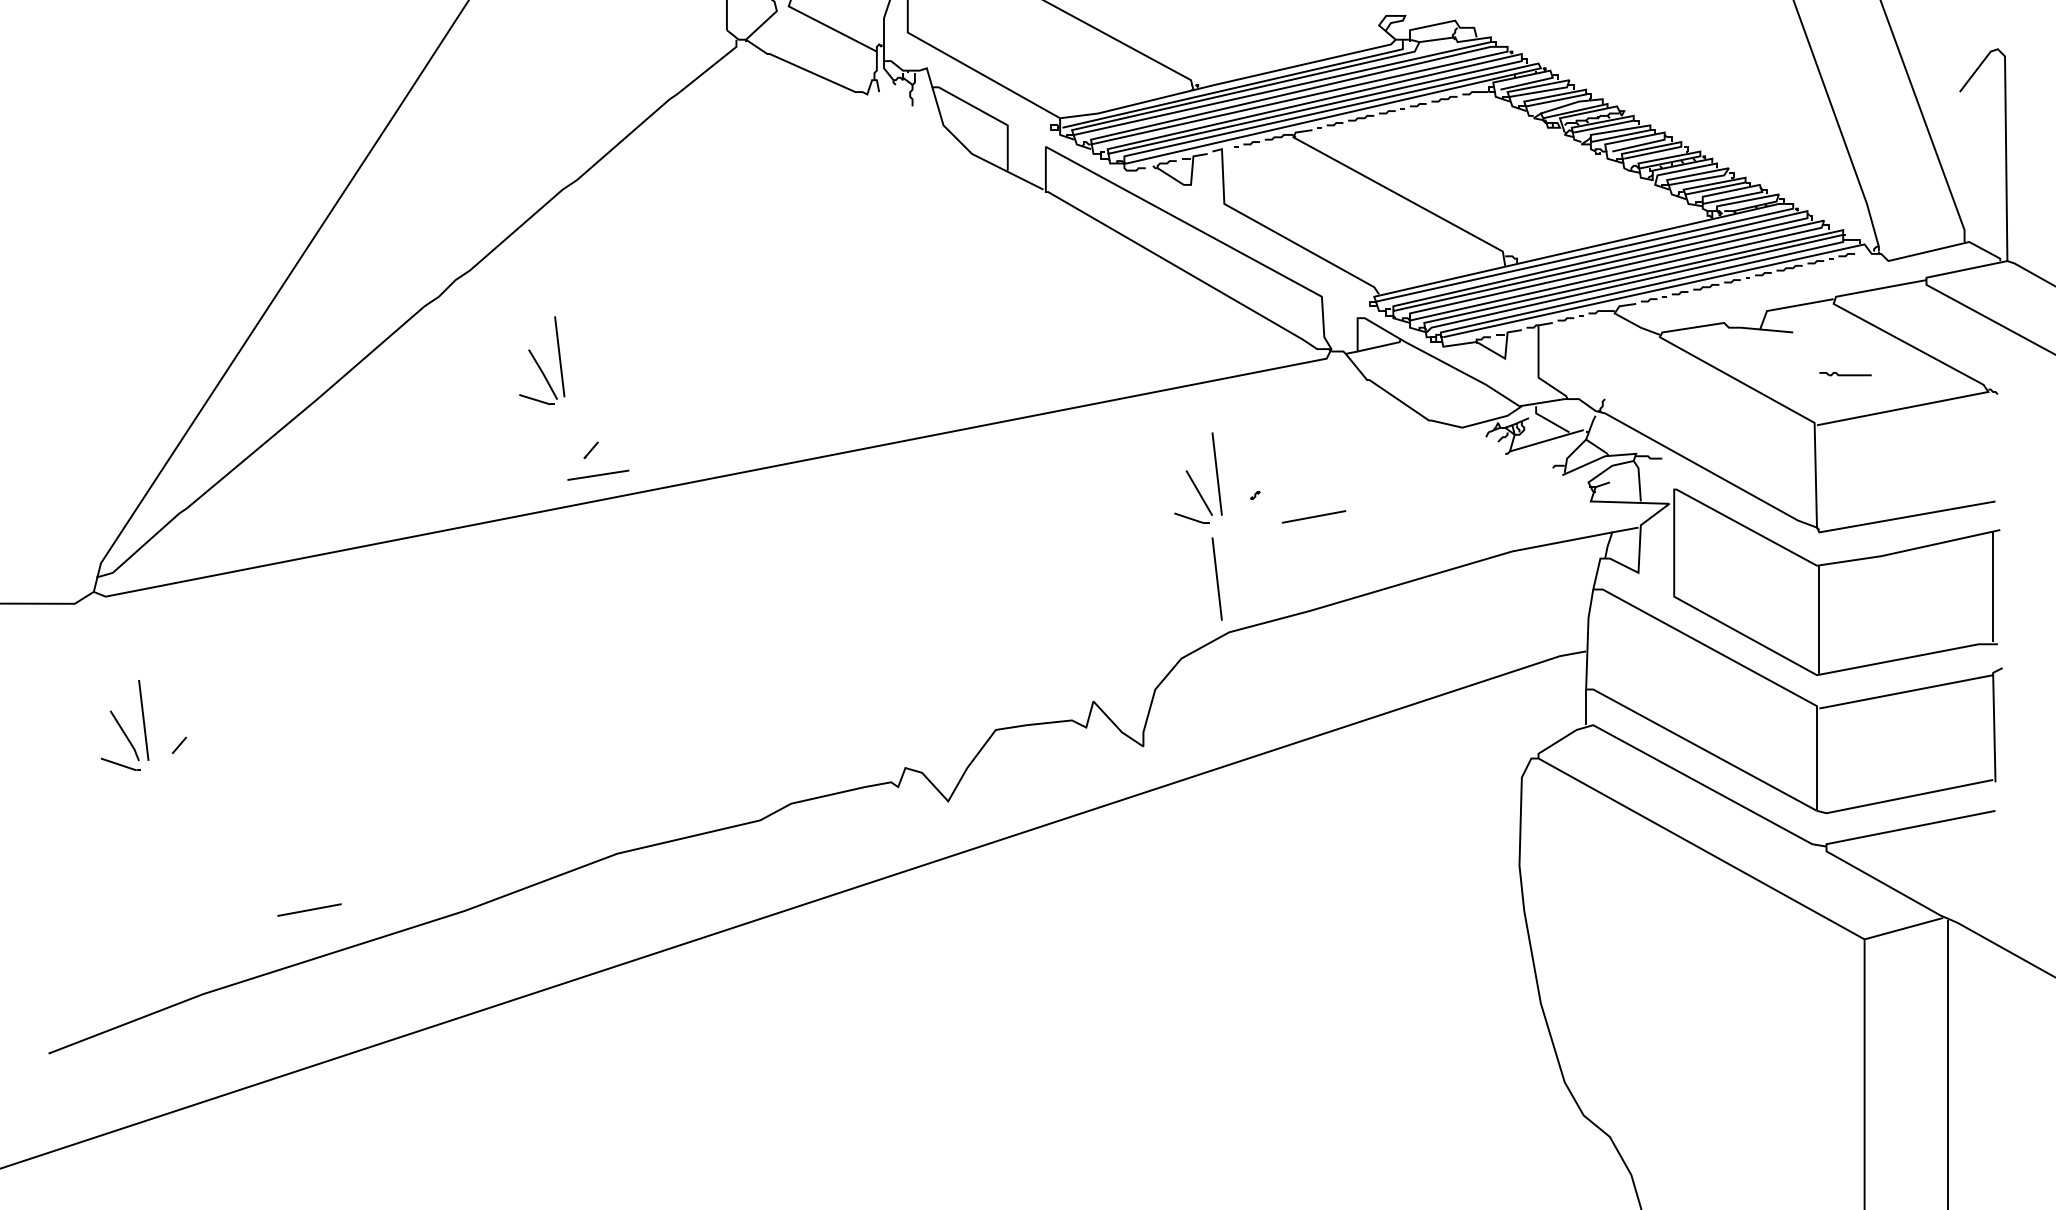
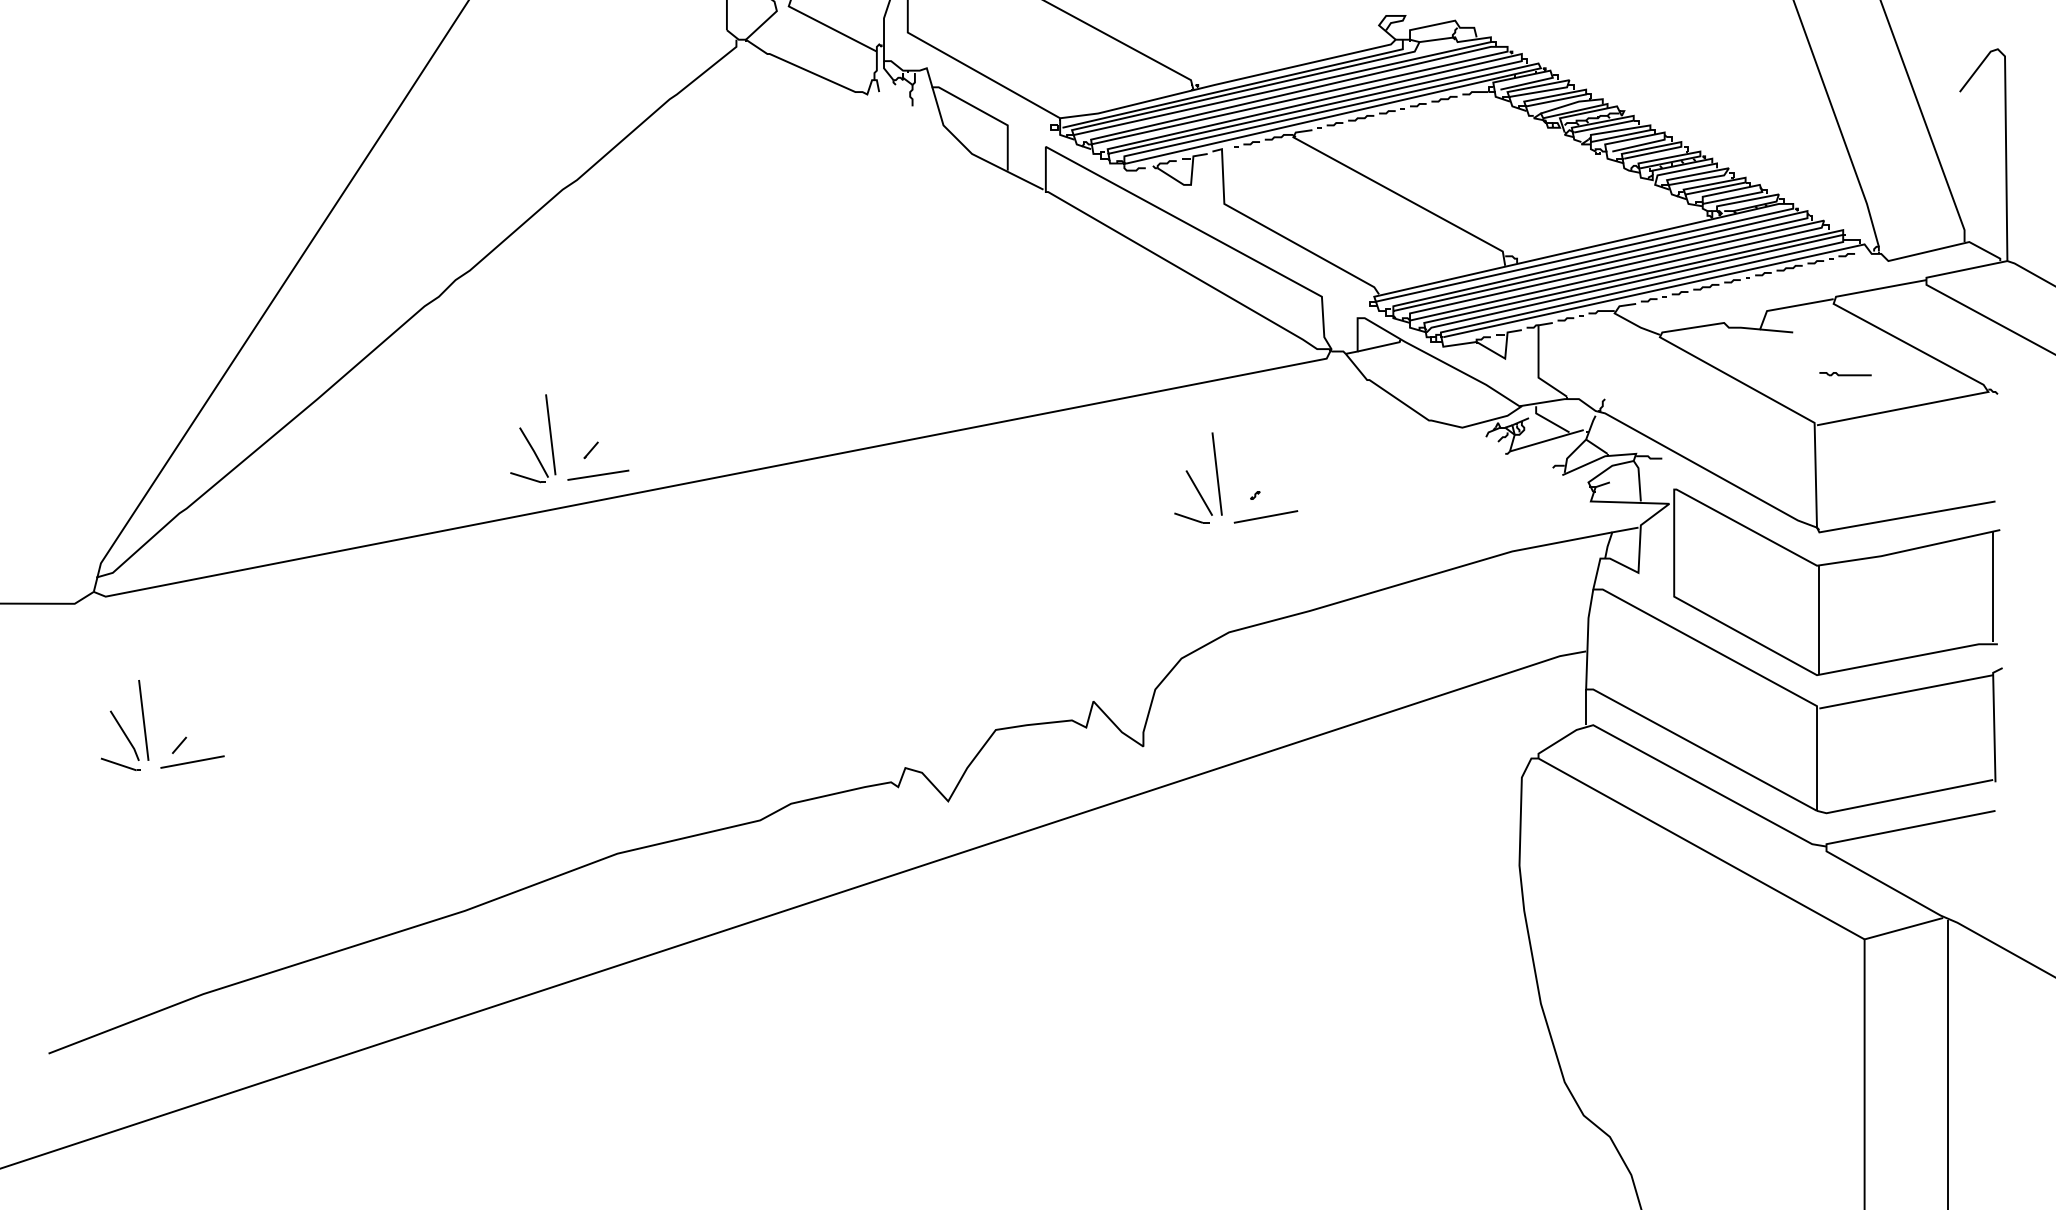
part at (542, 360) position: (542, 360) -> (533, 438)
line at (1313, 516) position: (1313, 516) -> (1265, 516)
line at (1216, 578): present -> none
line at (309, 909) position: (309, 909) -> (192, 761)
